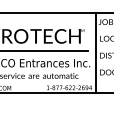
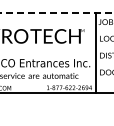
line at (57, 12): solid -> dashed
line at (45, 50): present -> none
